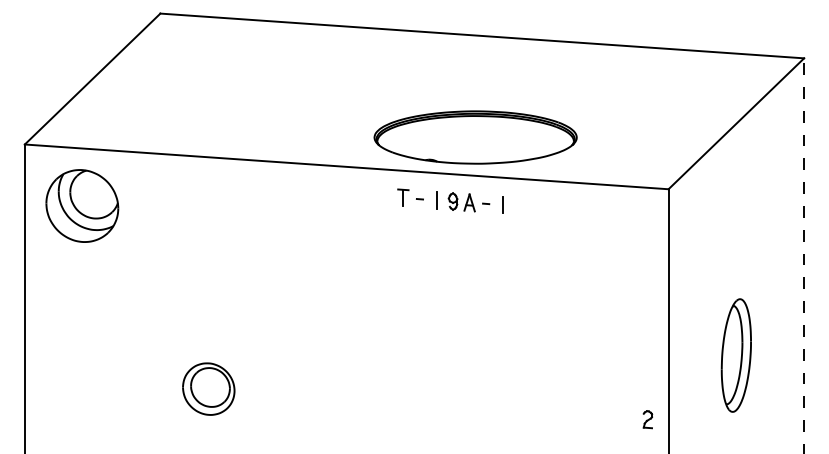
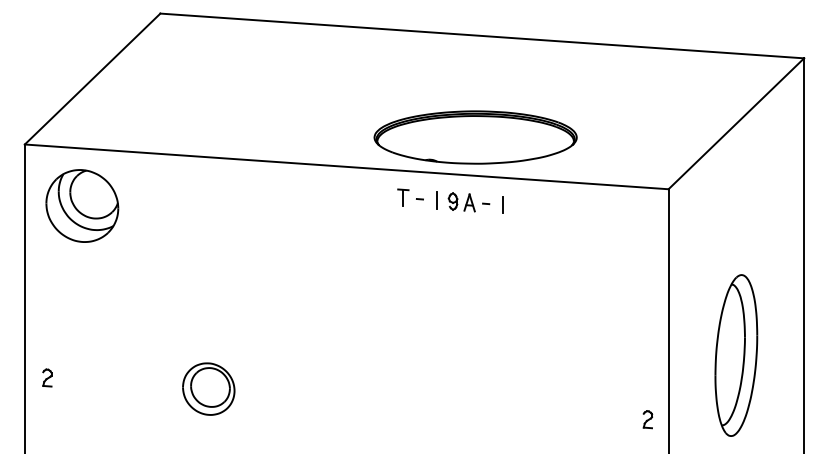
line at (804, 255): dashed -> solid
part at (735, 355) size: 32x115 px -> 45x163 px
part at (47, 377): none -> present
